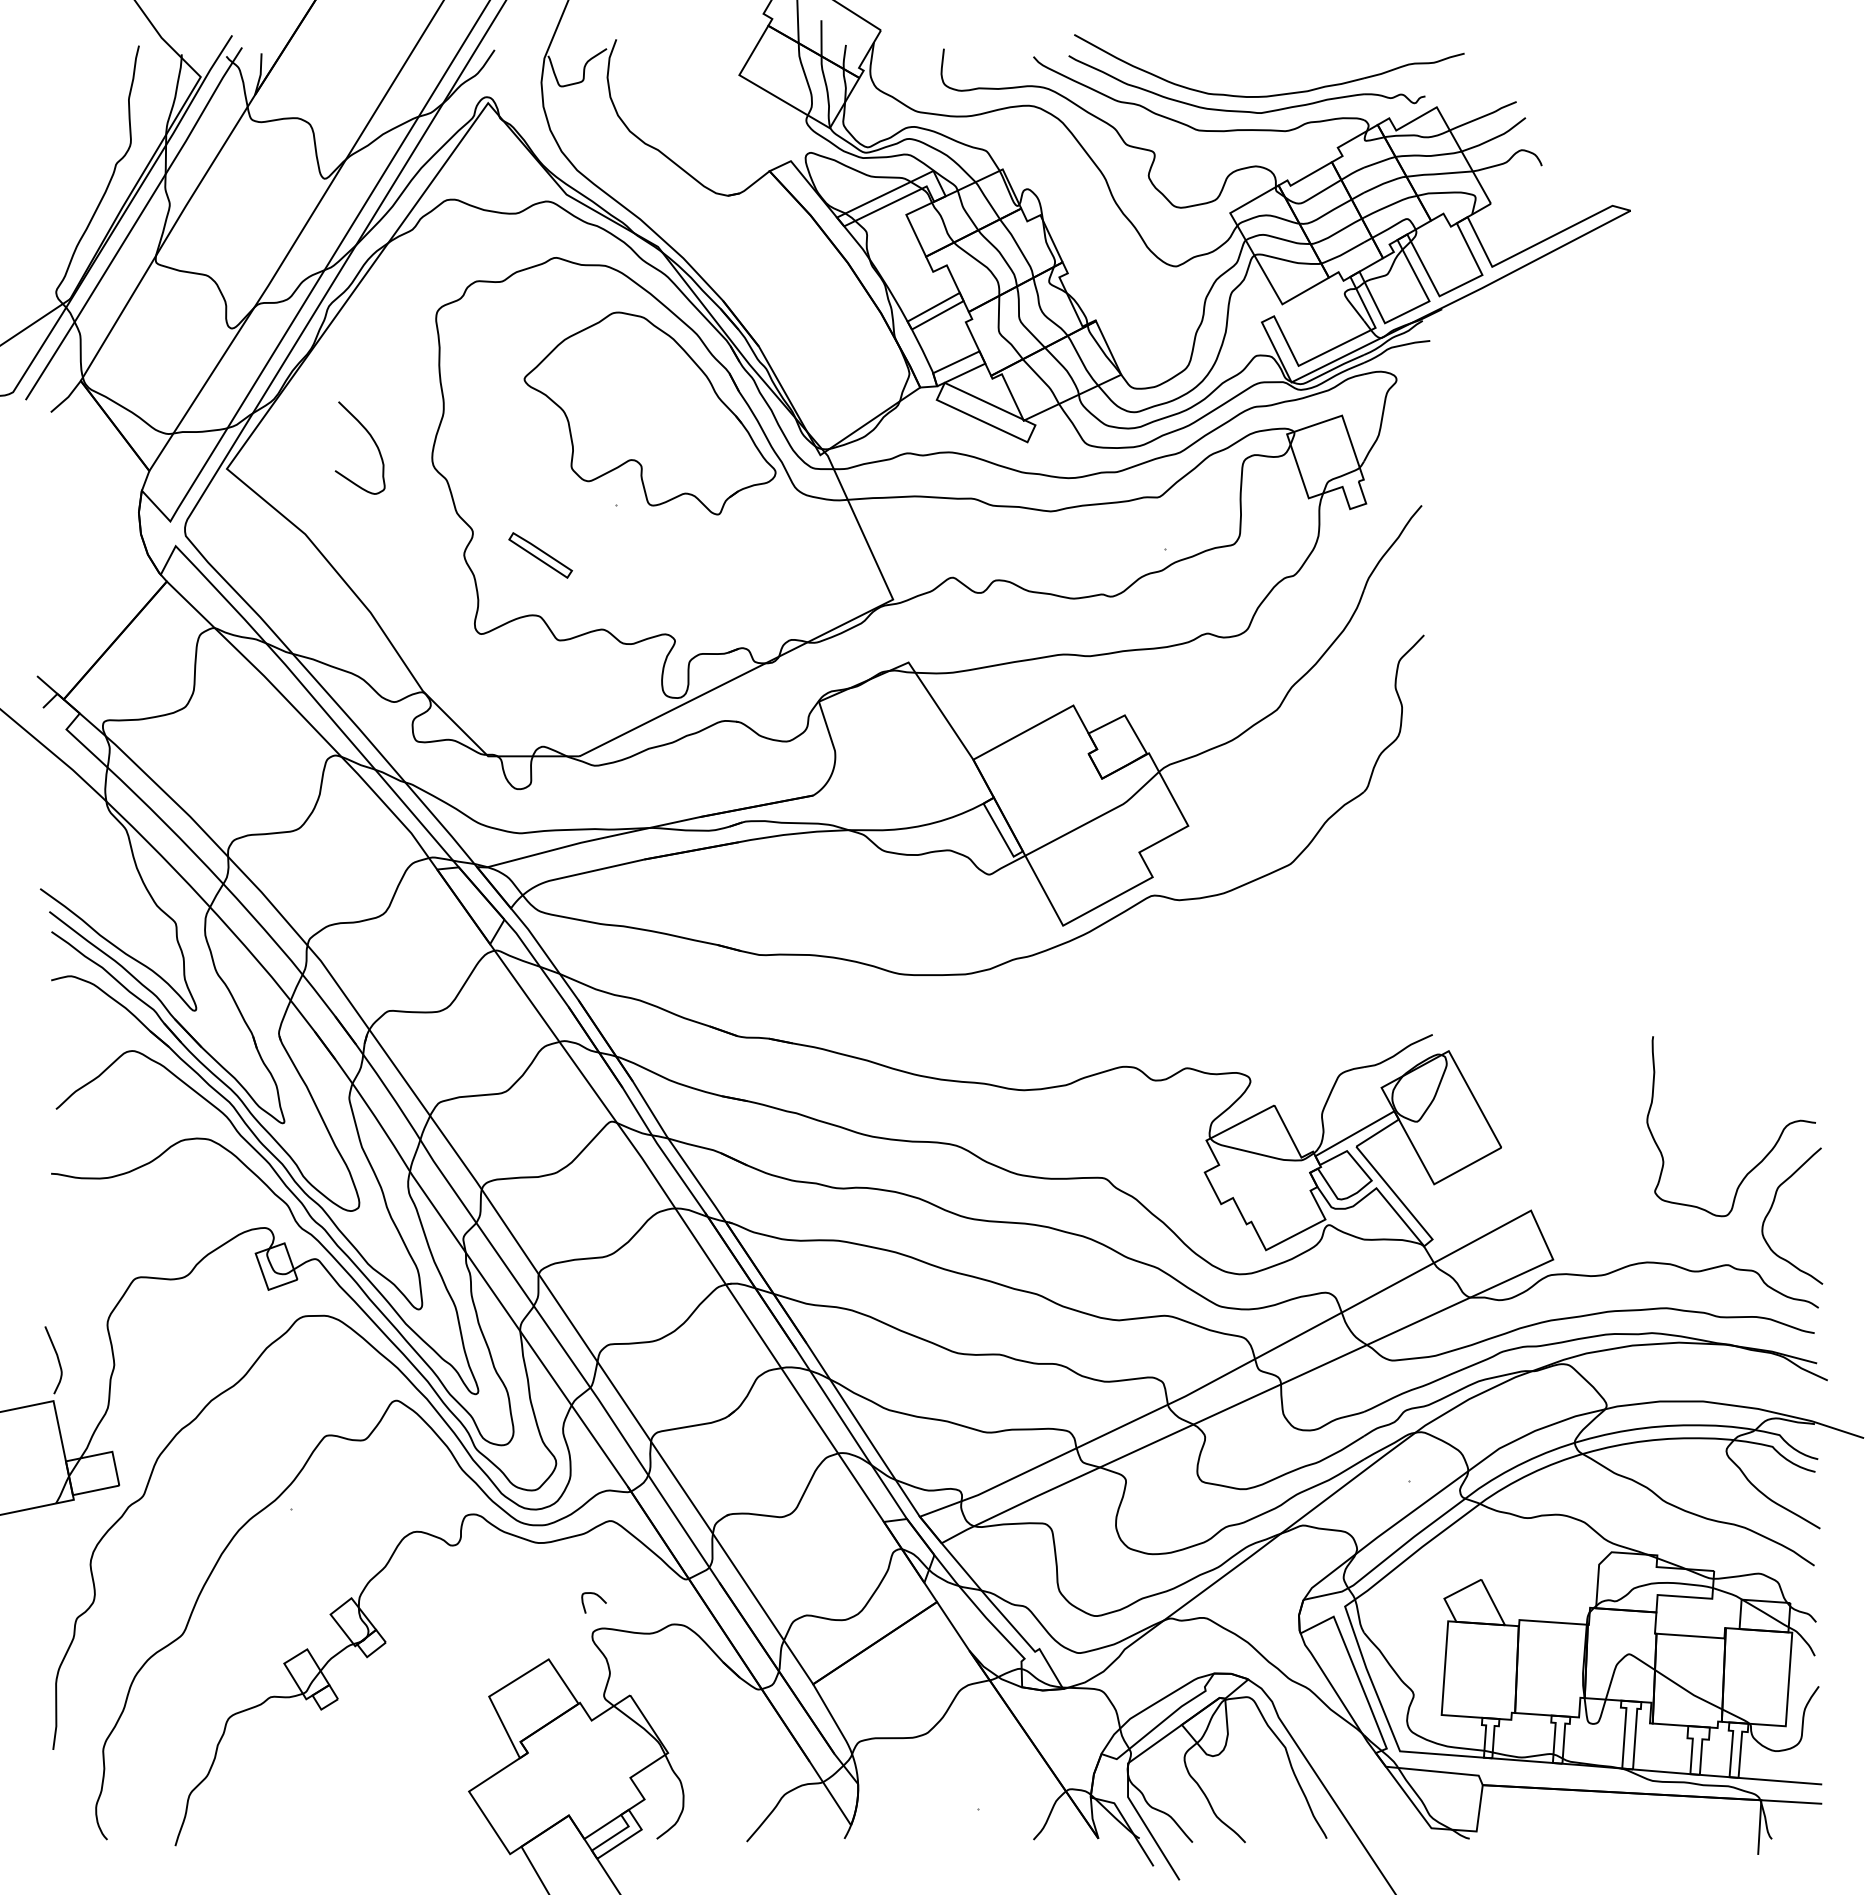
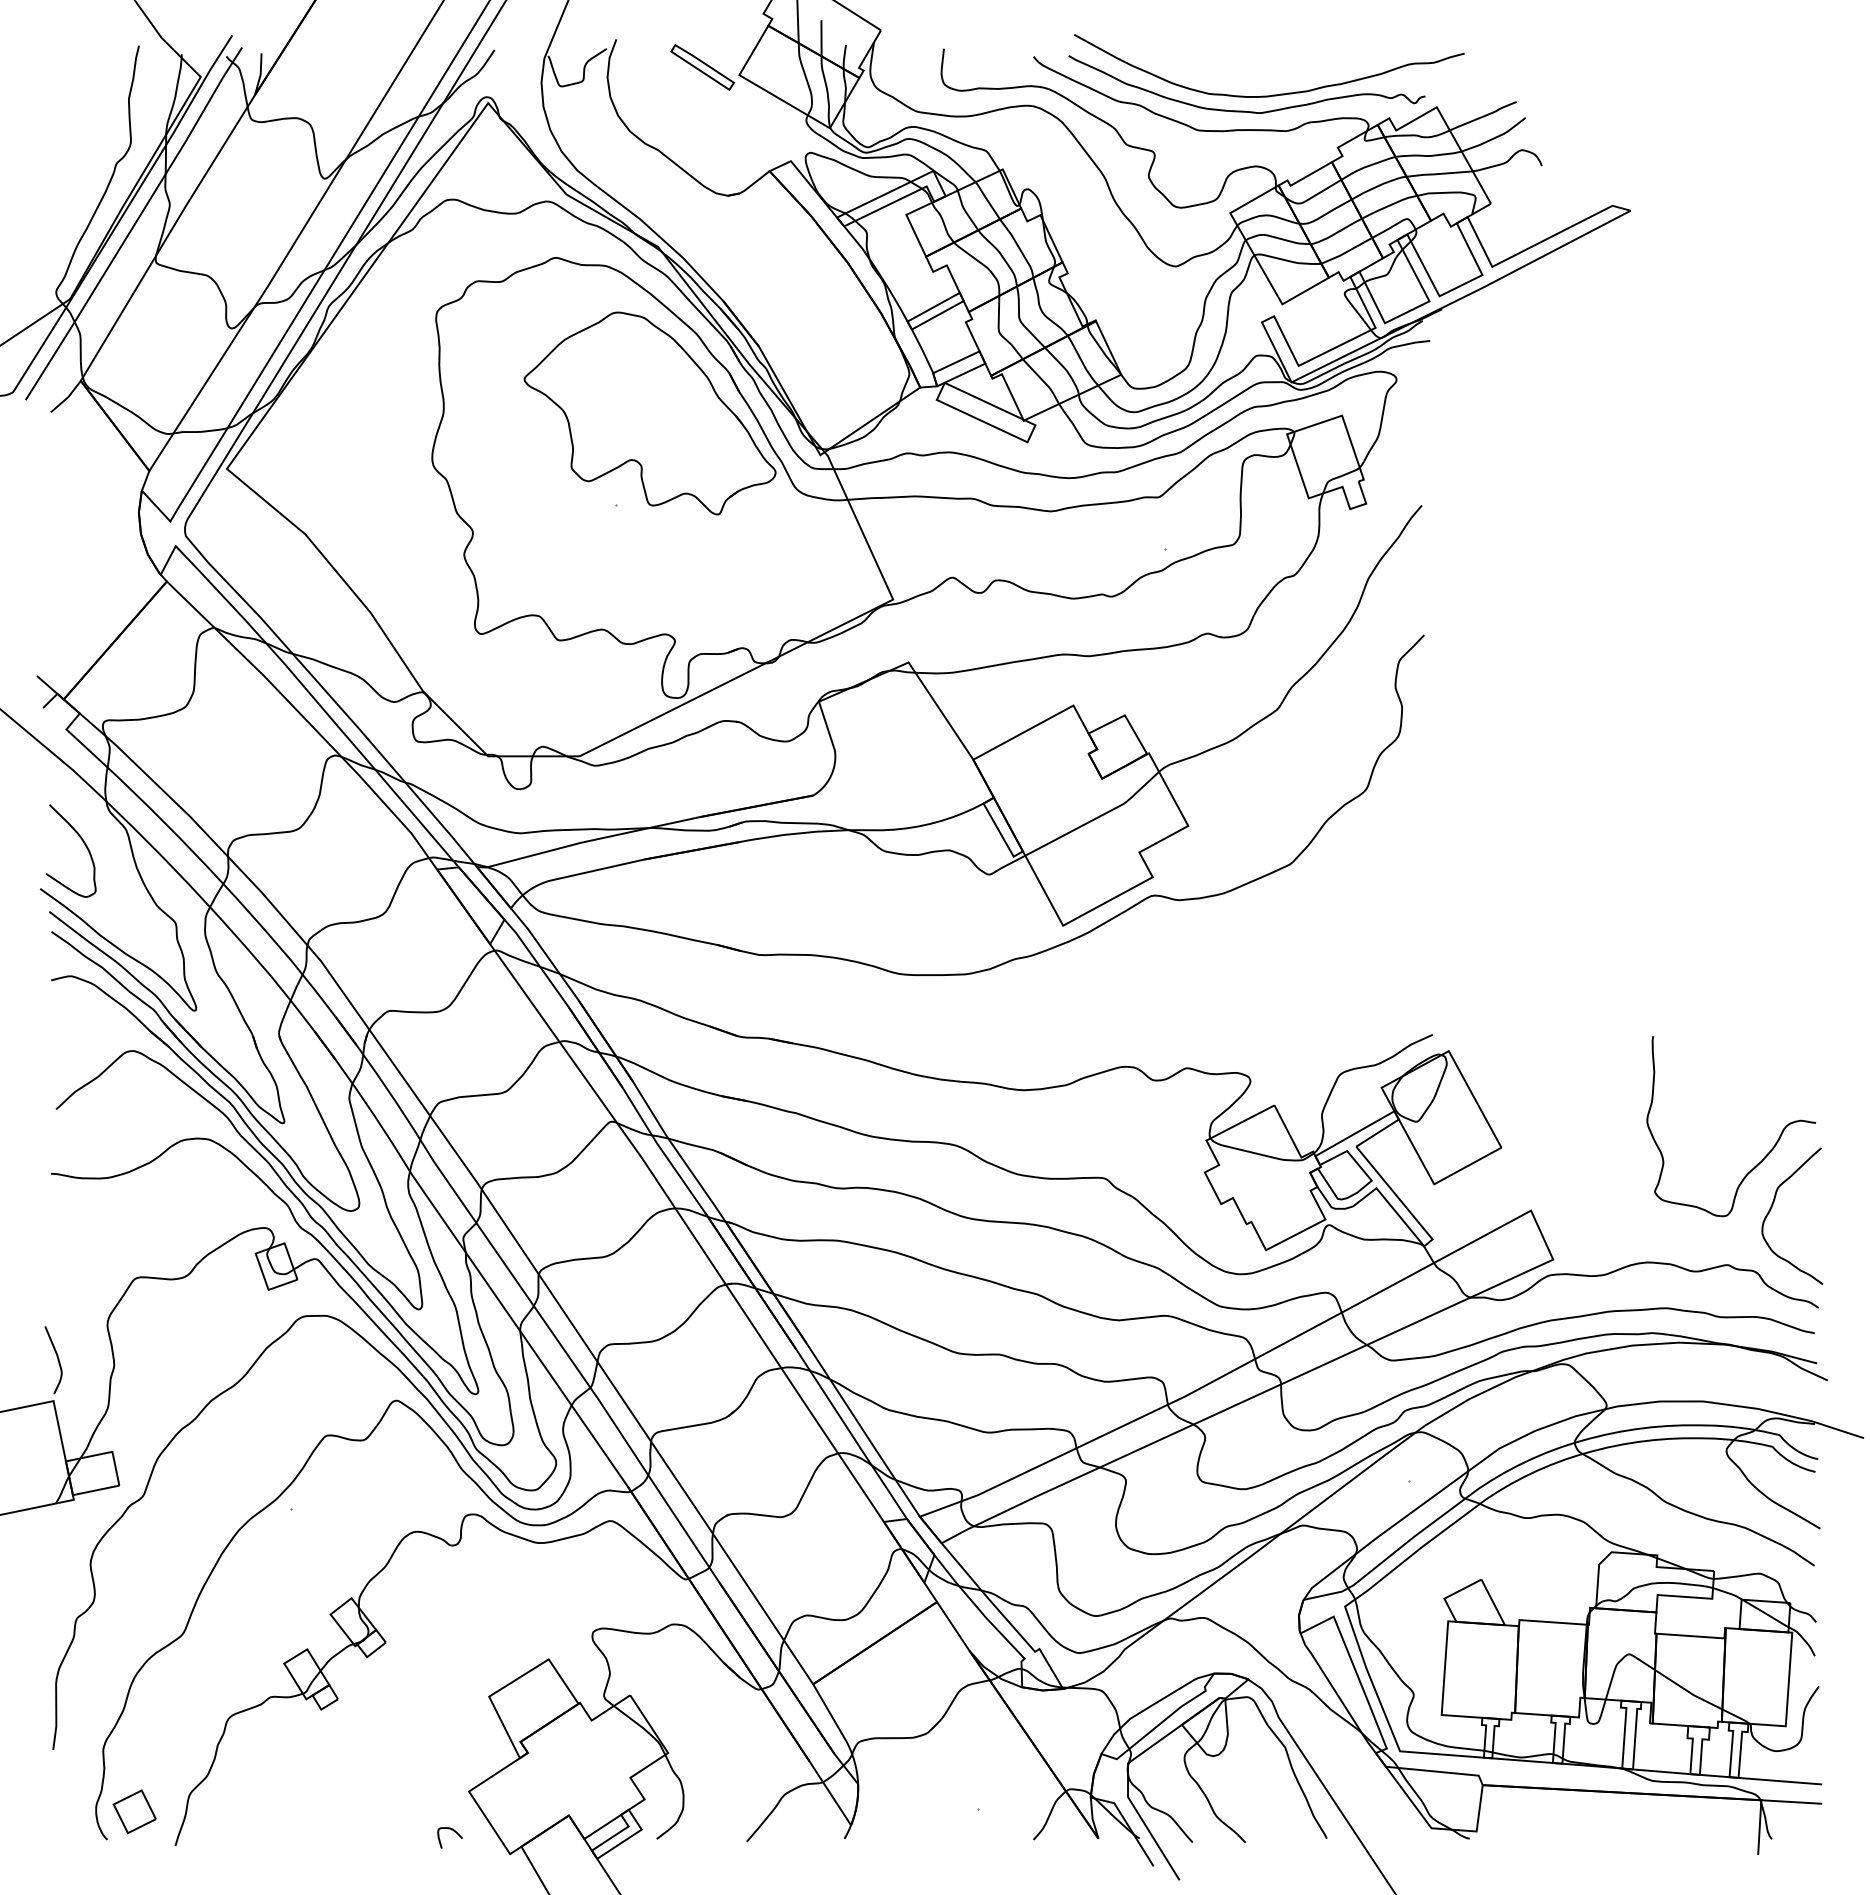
curve at (372, 440) position: (372, 440) -> (83, 843)
part at (540, 555) position: (540, 555) -> (702, 67)
curve at (598, 1597) position: (598, 1597) -> (454, 1832)
part at (134, 1811): none -> present
